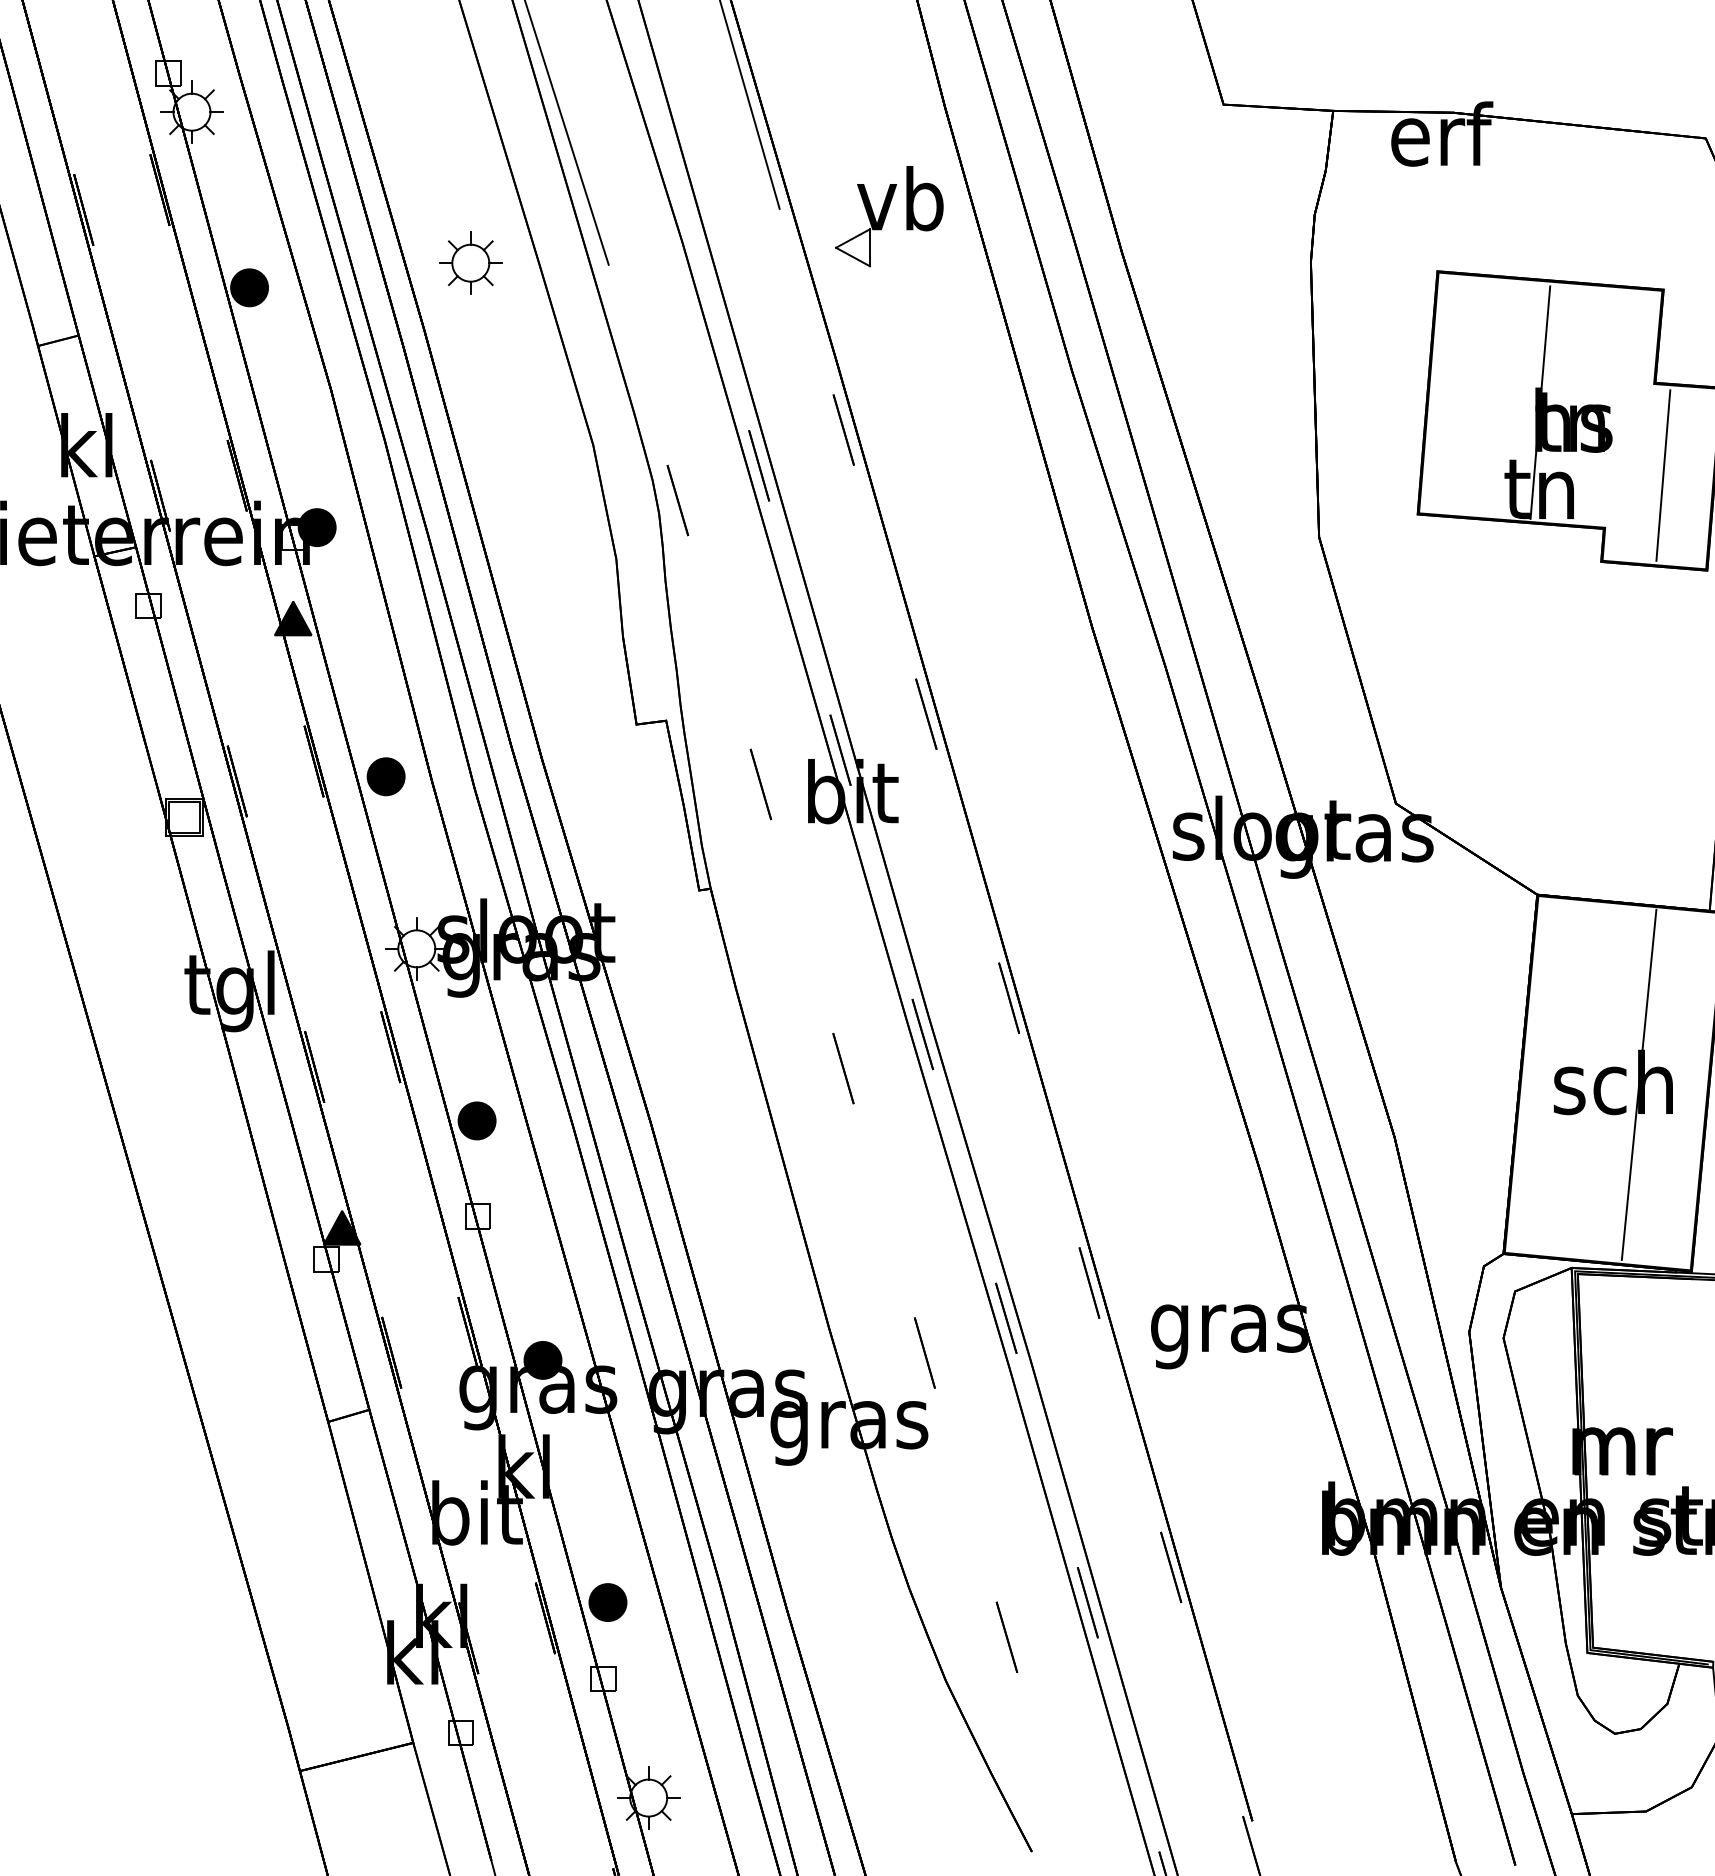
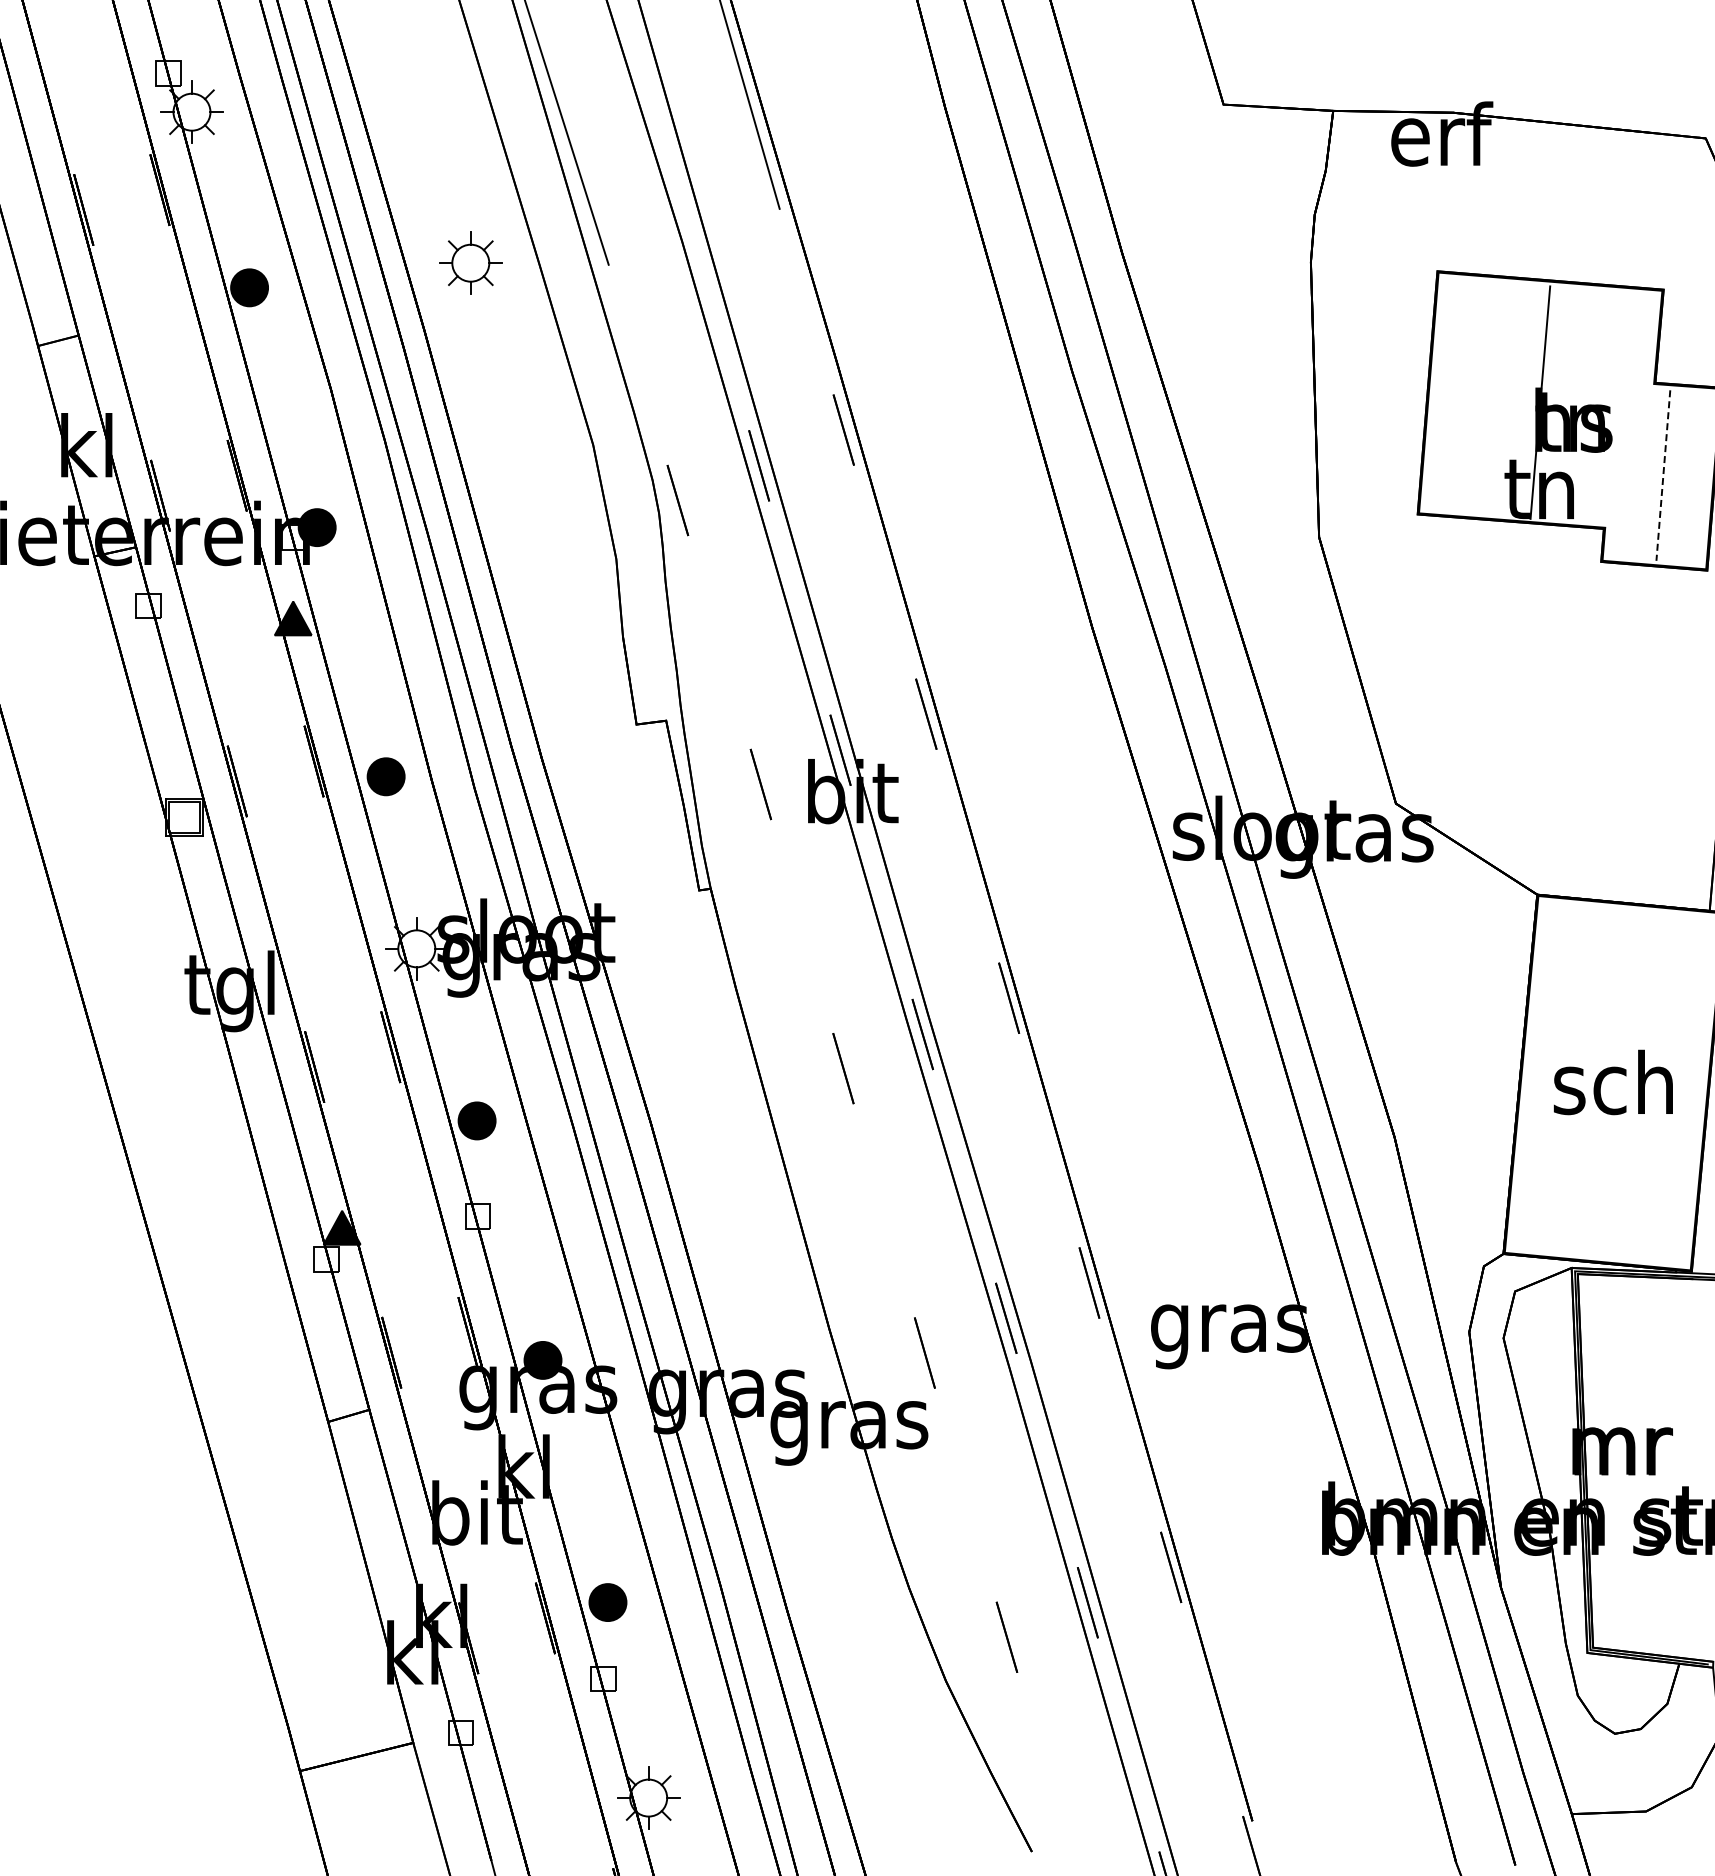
part at (889, 216): present -> none
line at (1663, 475): solid -> dashed
line at (1638, 1084): present -> none
